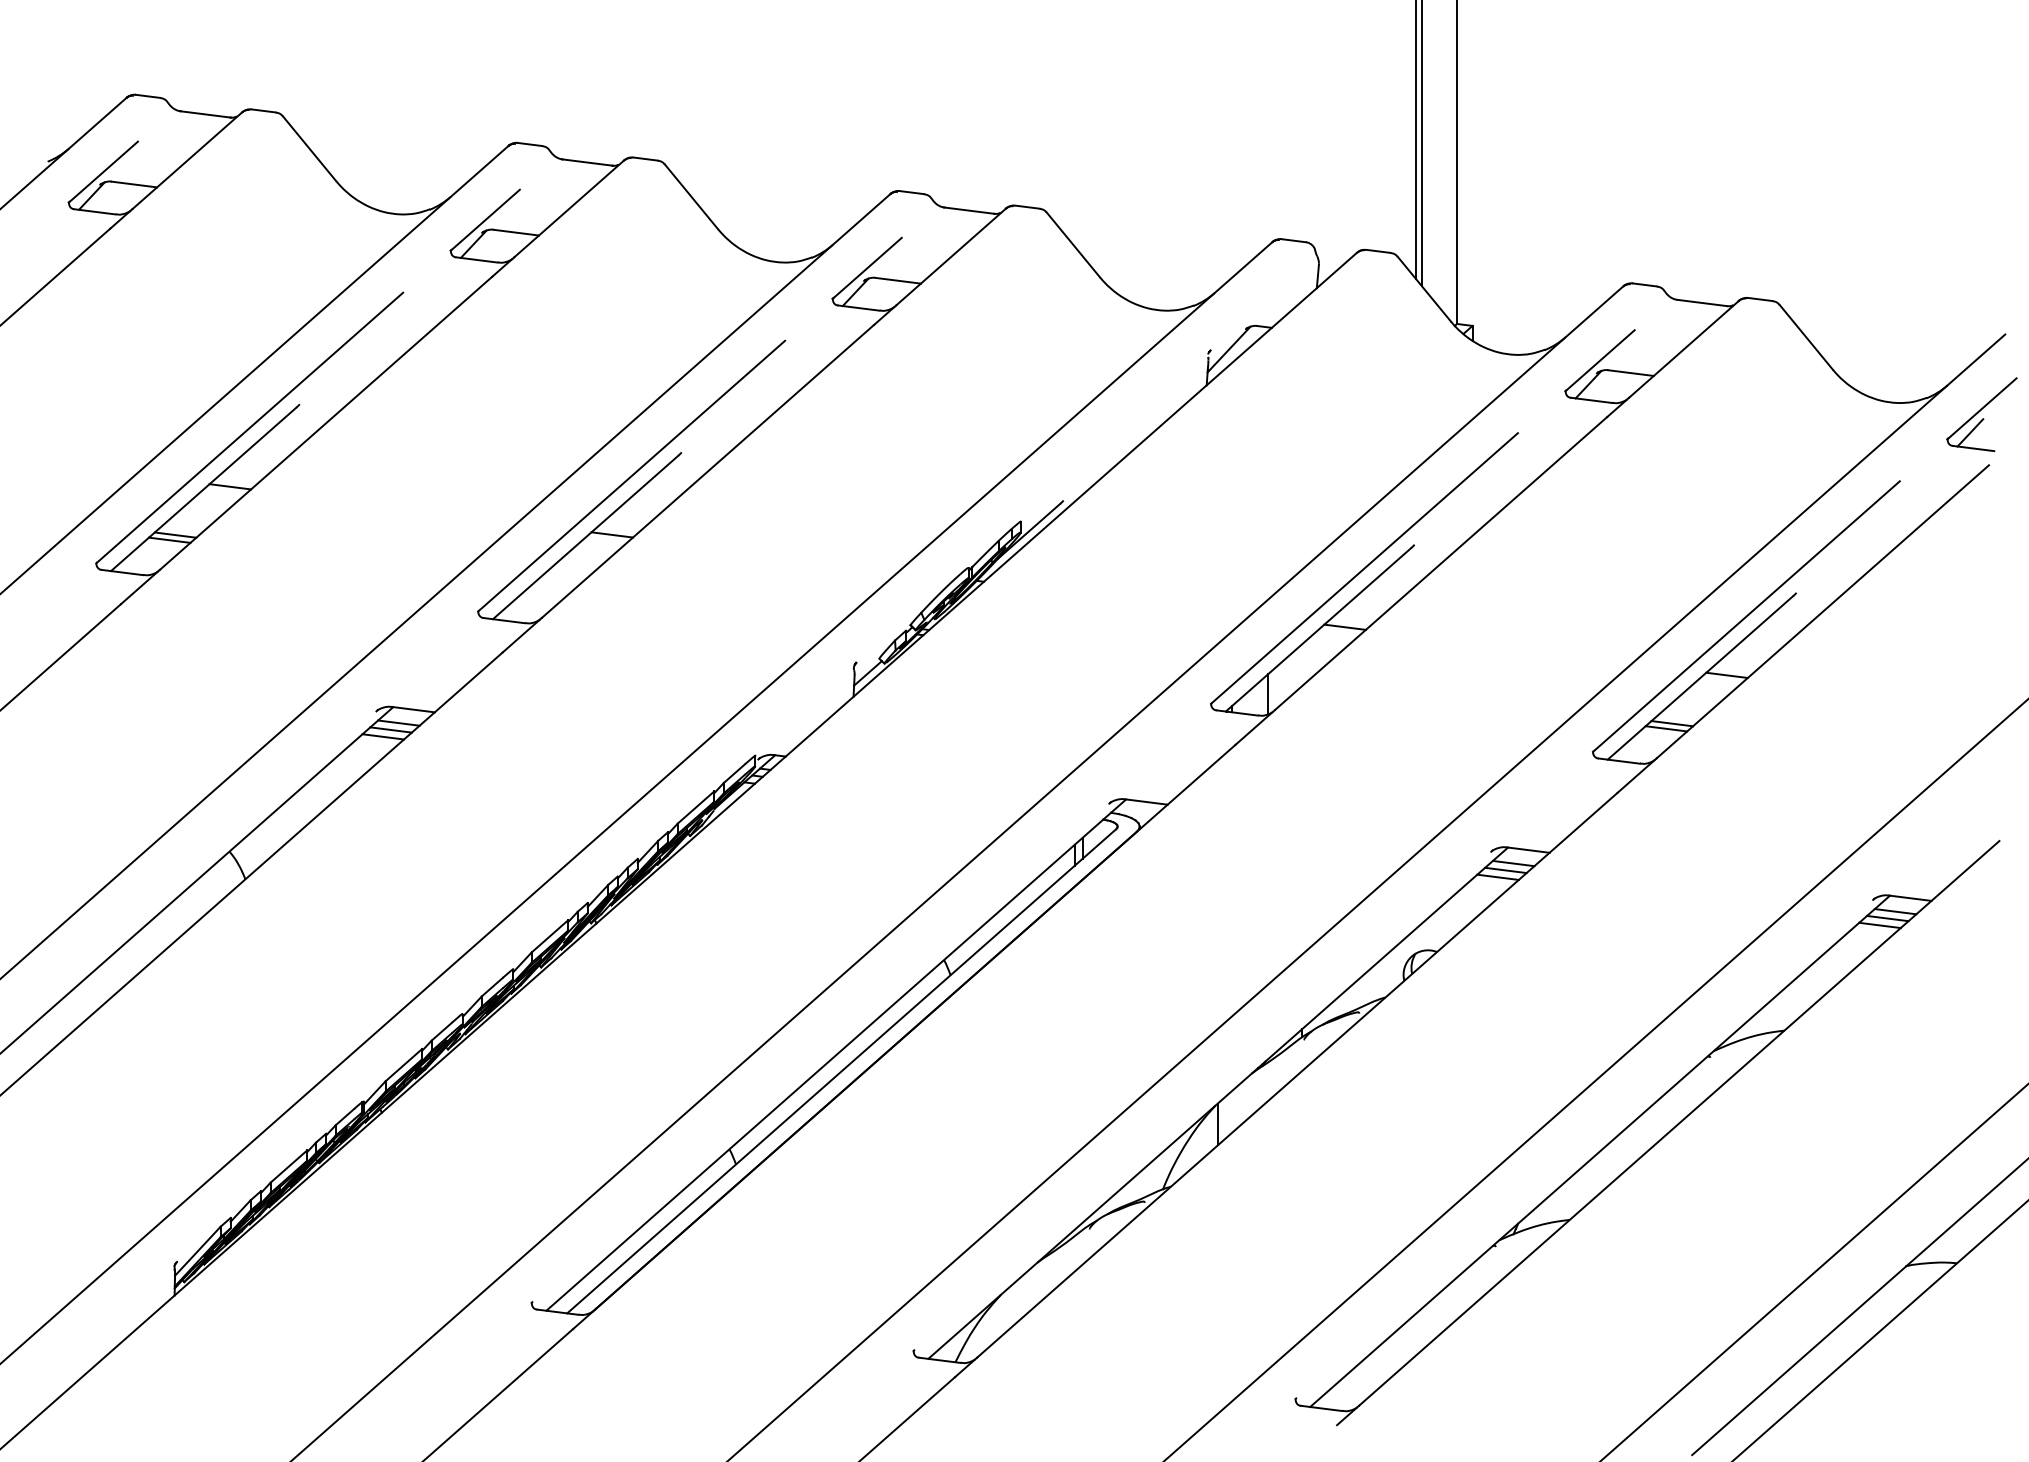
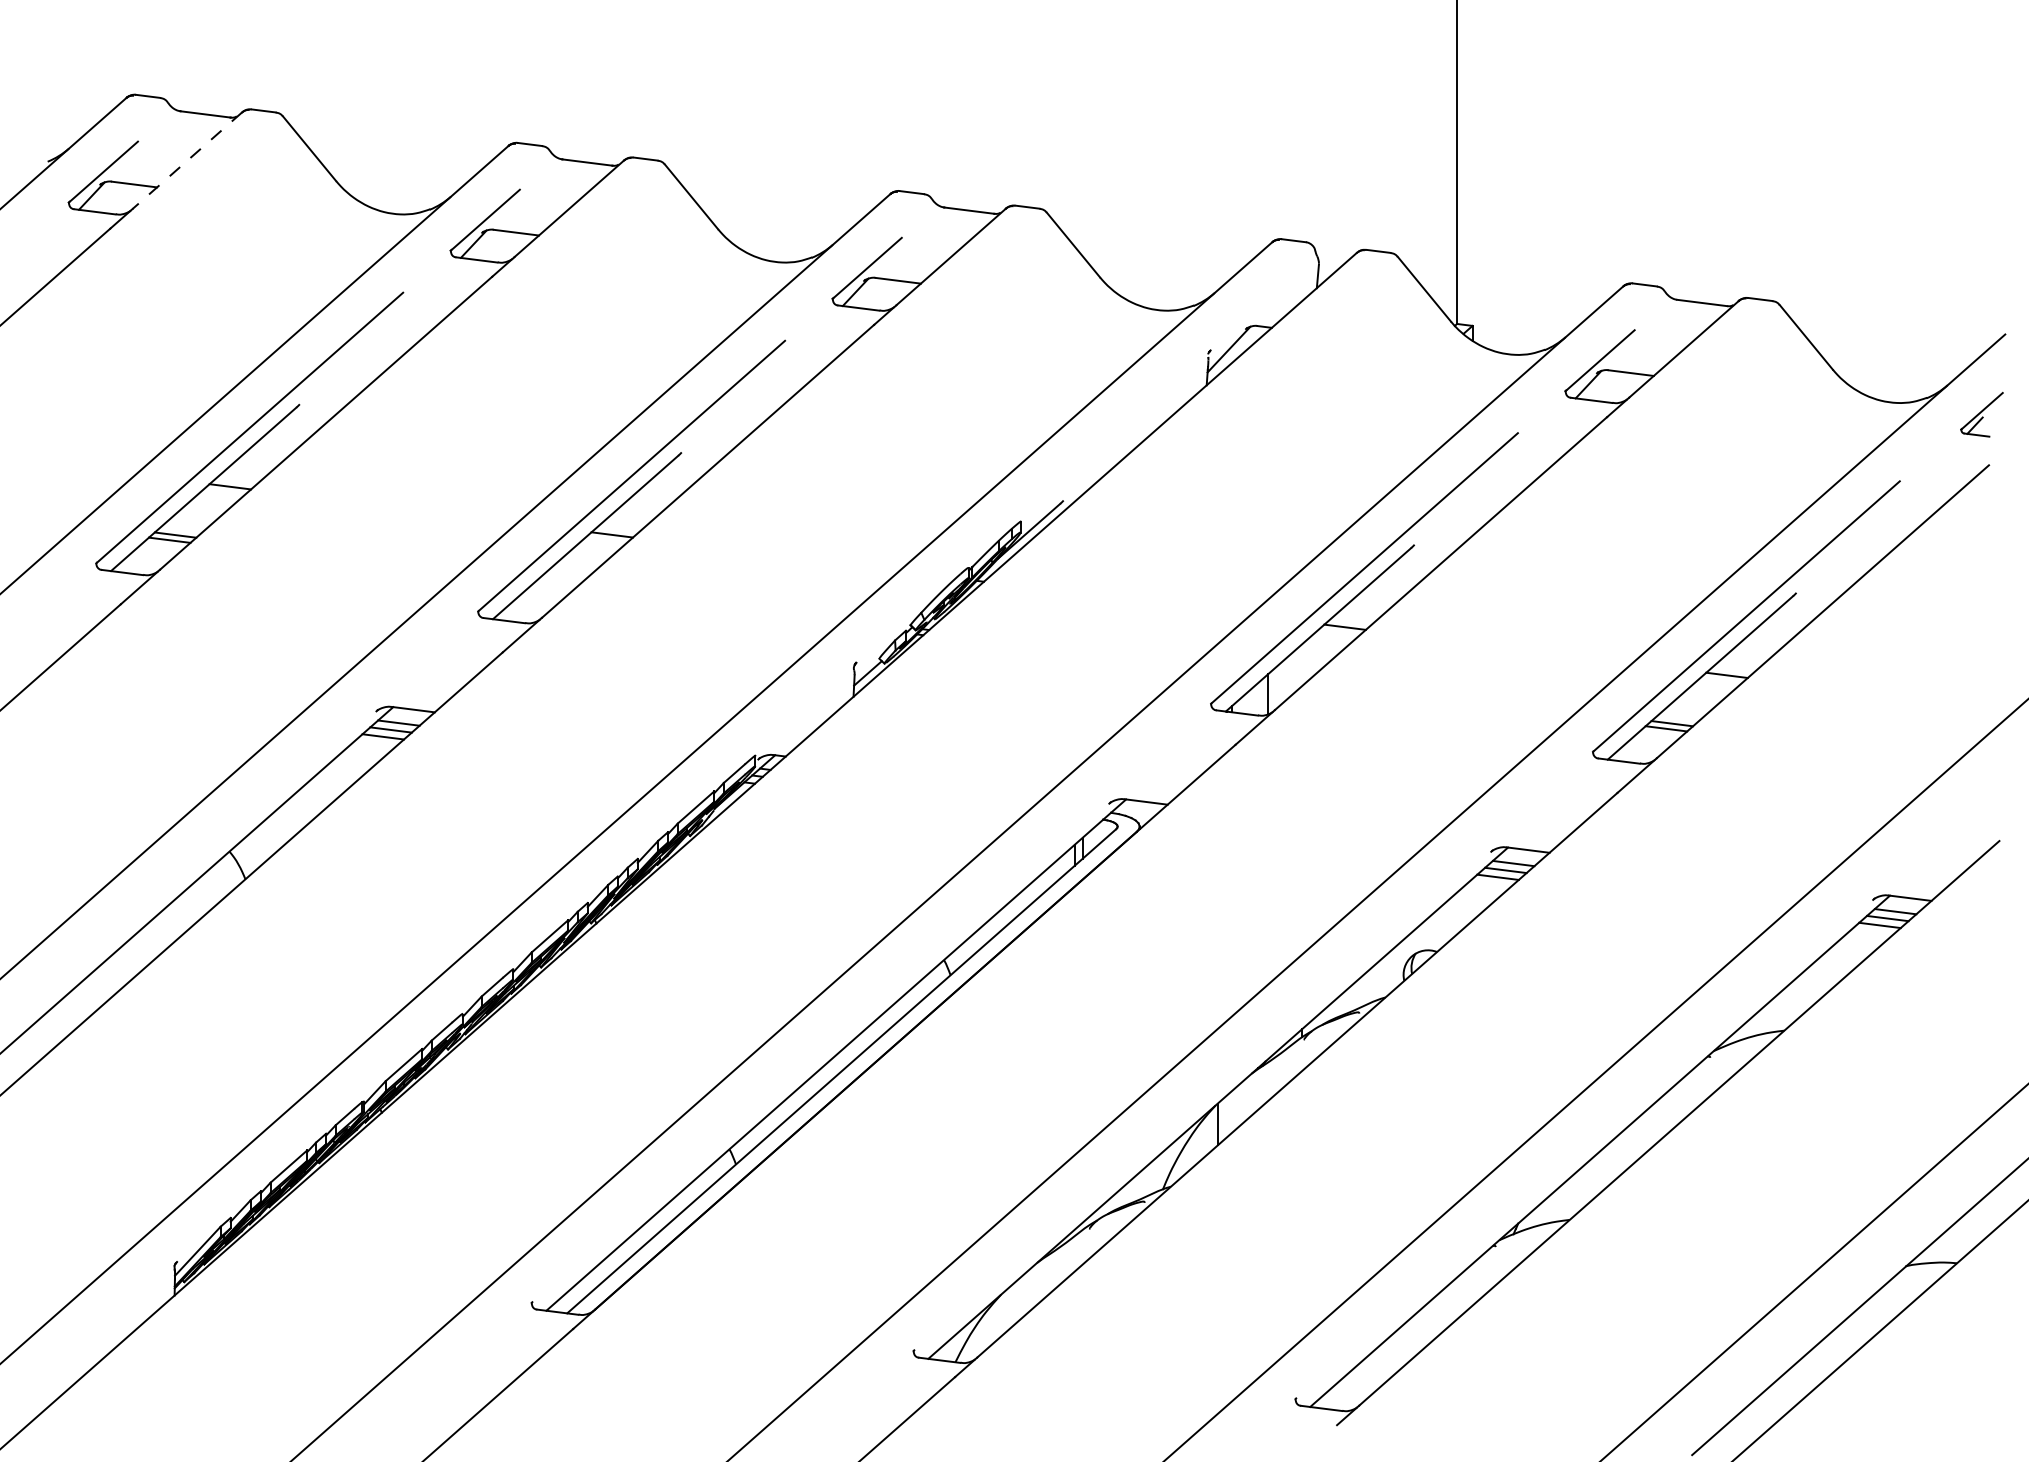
line at (1415, 140): present -> none
line at (1421, 143): present -> none
line at (186, 161): solid -> dashed
part at (1981, 414) size: 72x76 px -> 44x46 px
